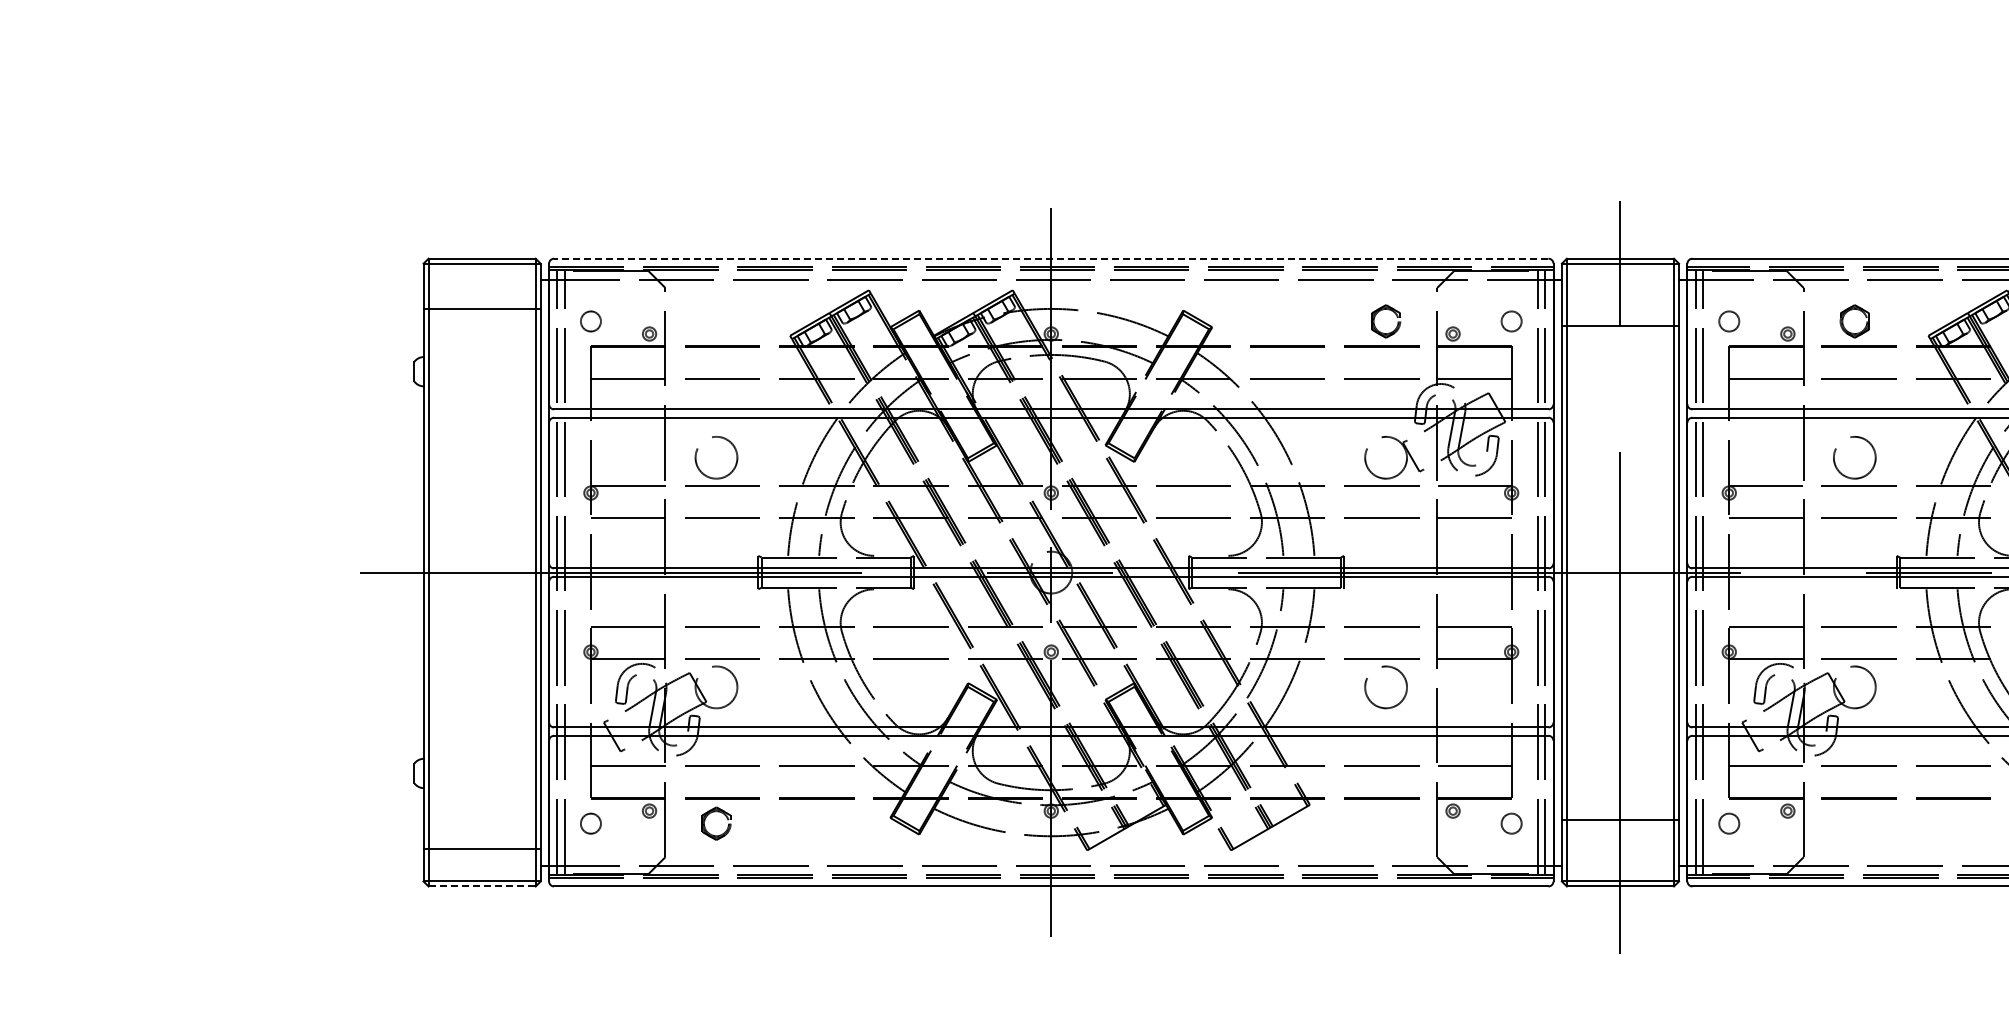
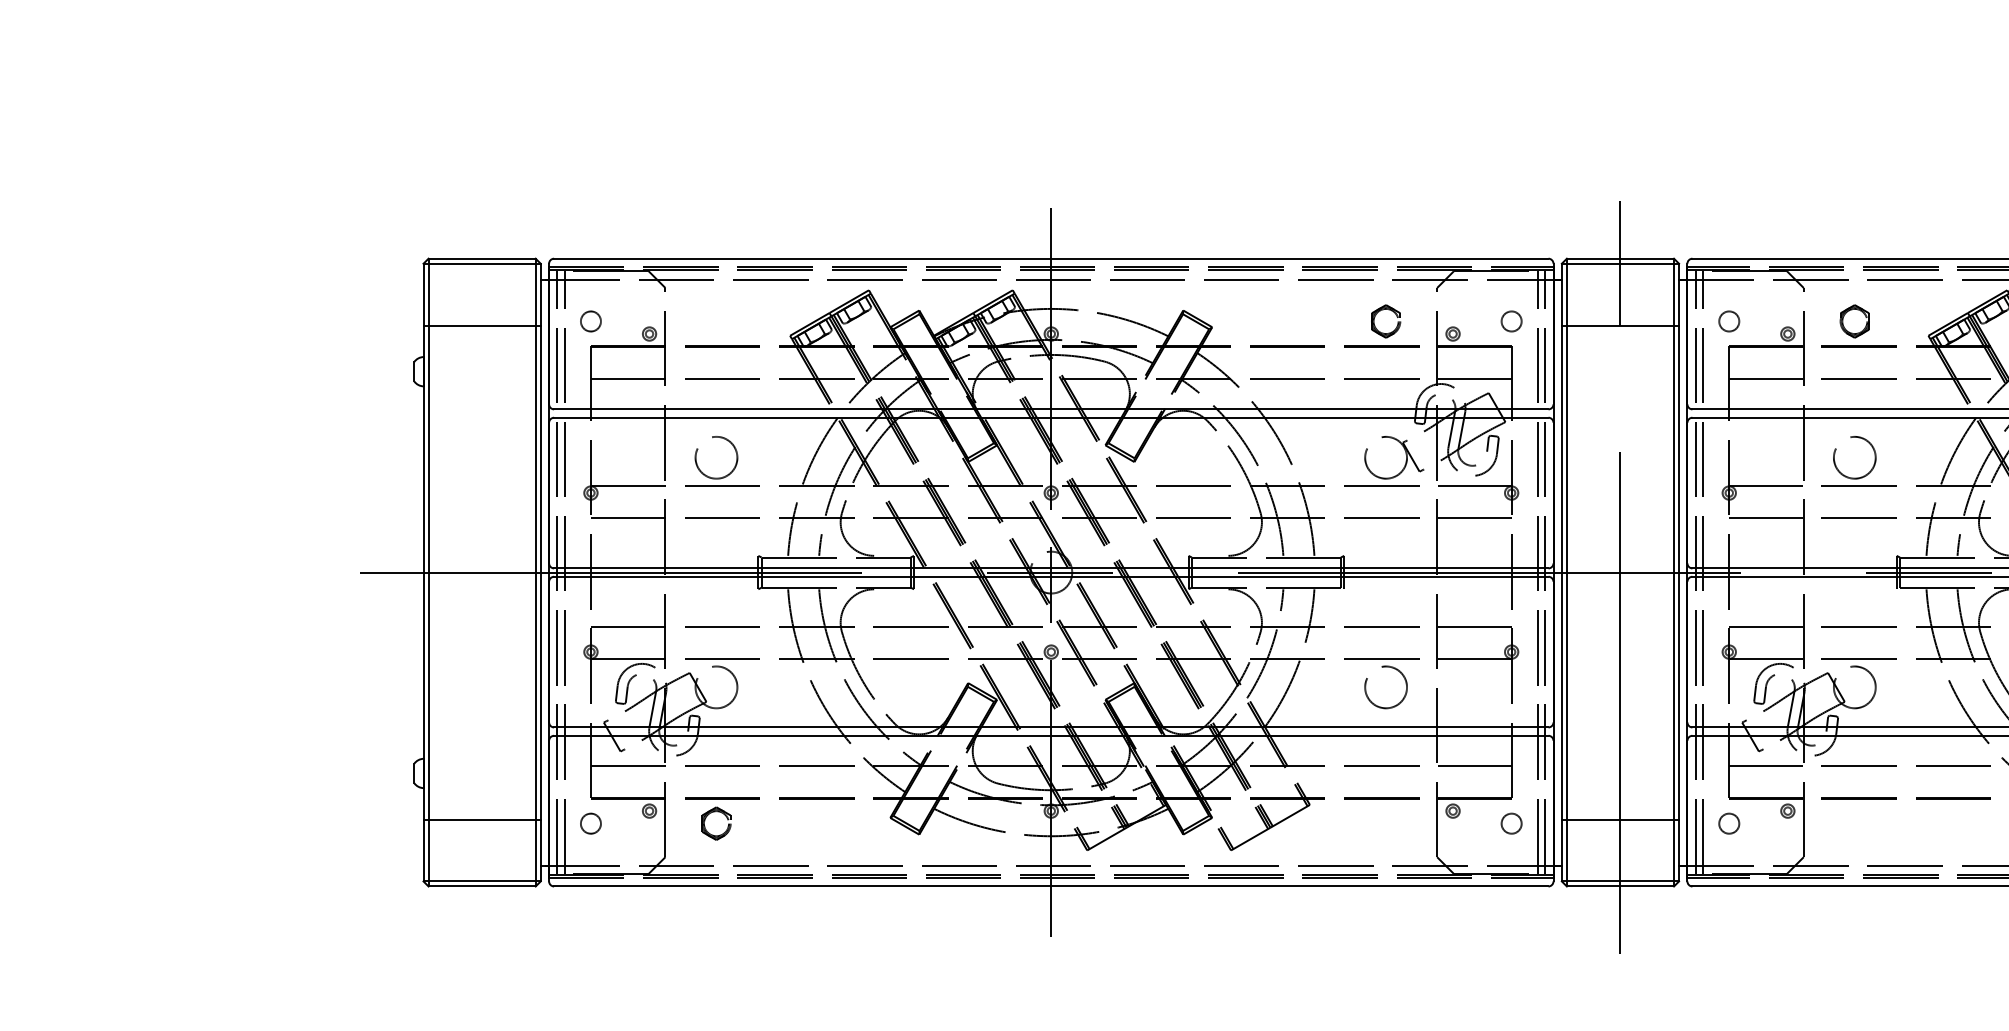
line at (1050, 258): dashed -> solid
line at (481, 308) position: (481, 308) -> (481, 325)
line at (481, 848) position: (481, 848) -> (481, 819)
line at (482, 886): dashed -> solid
